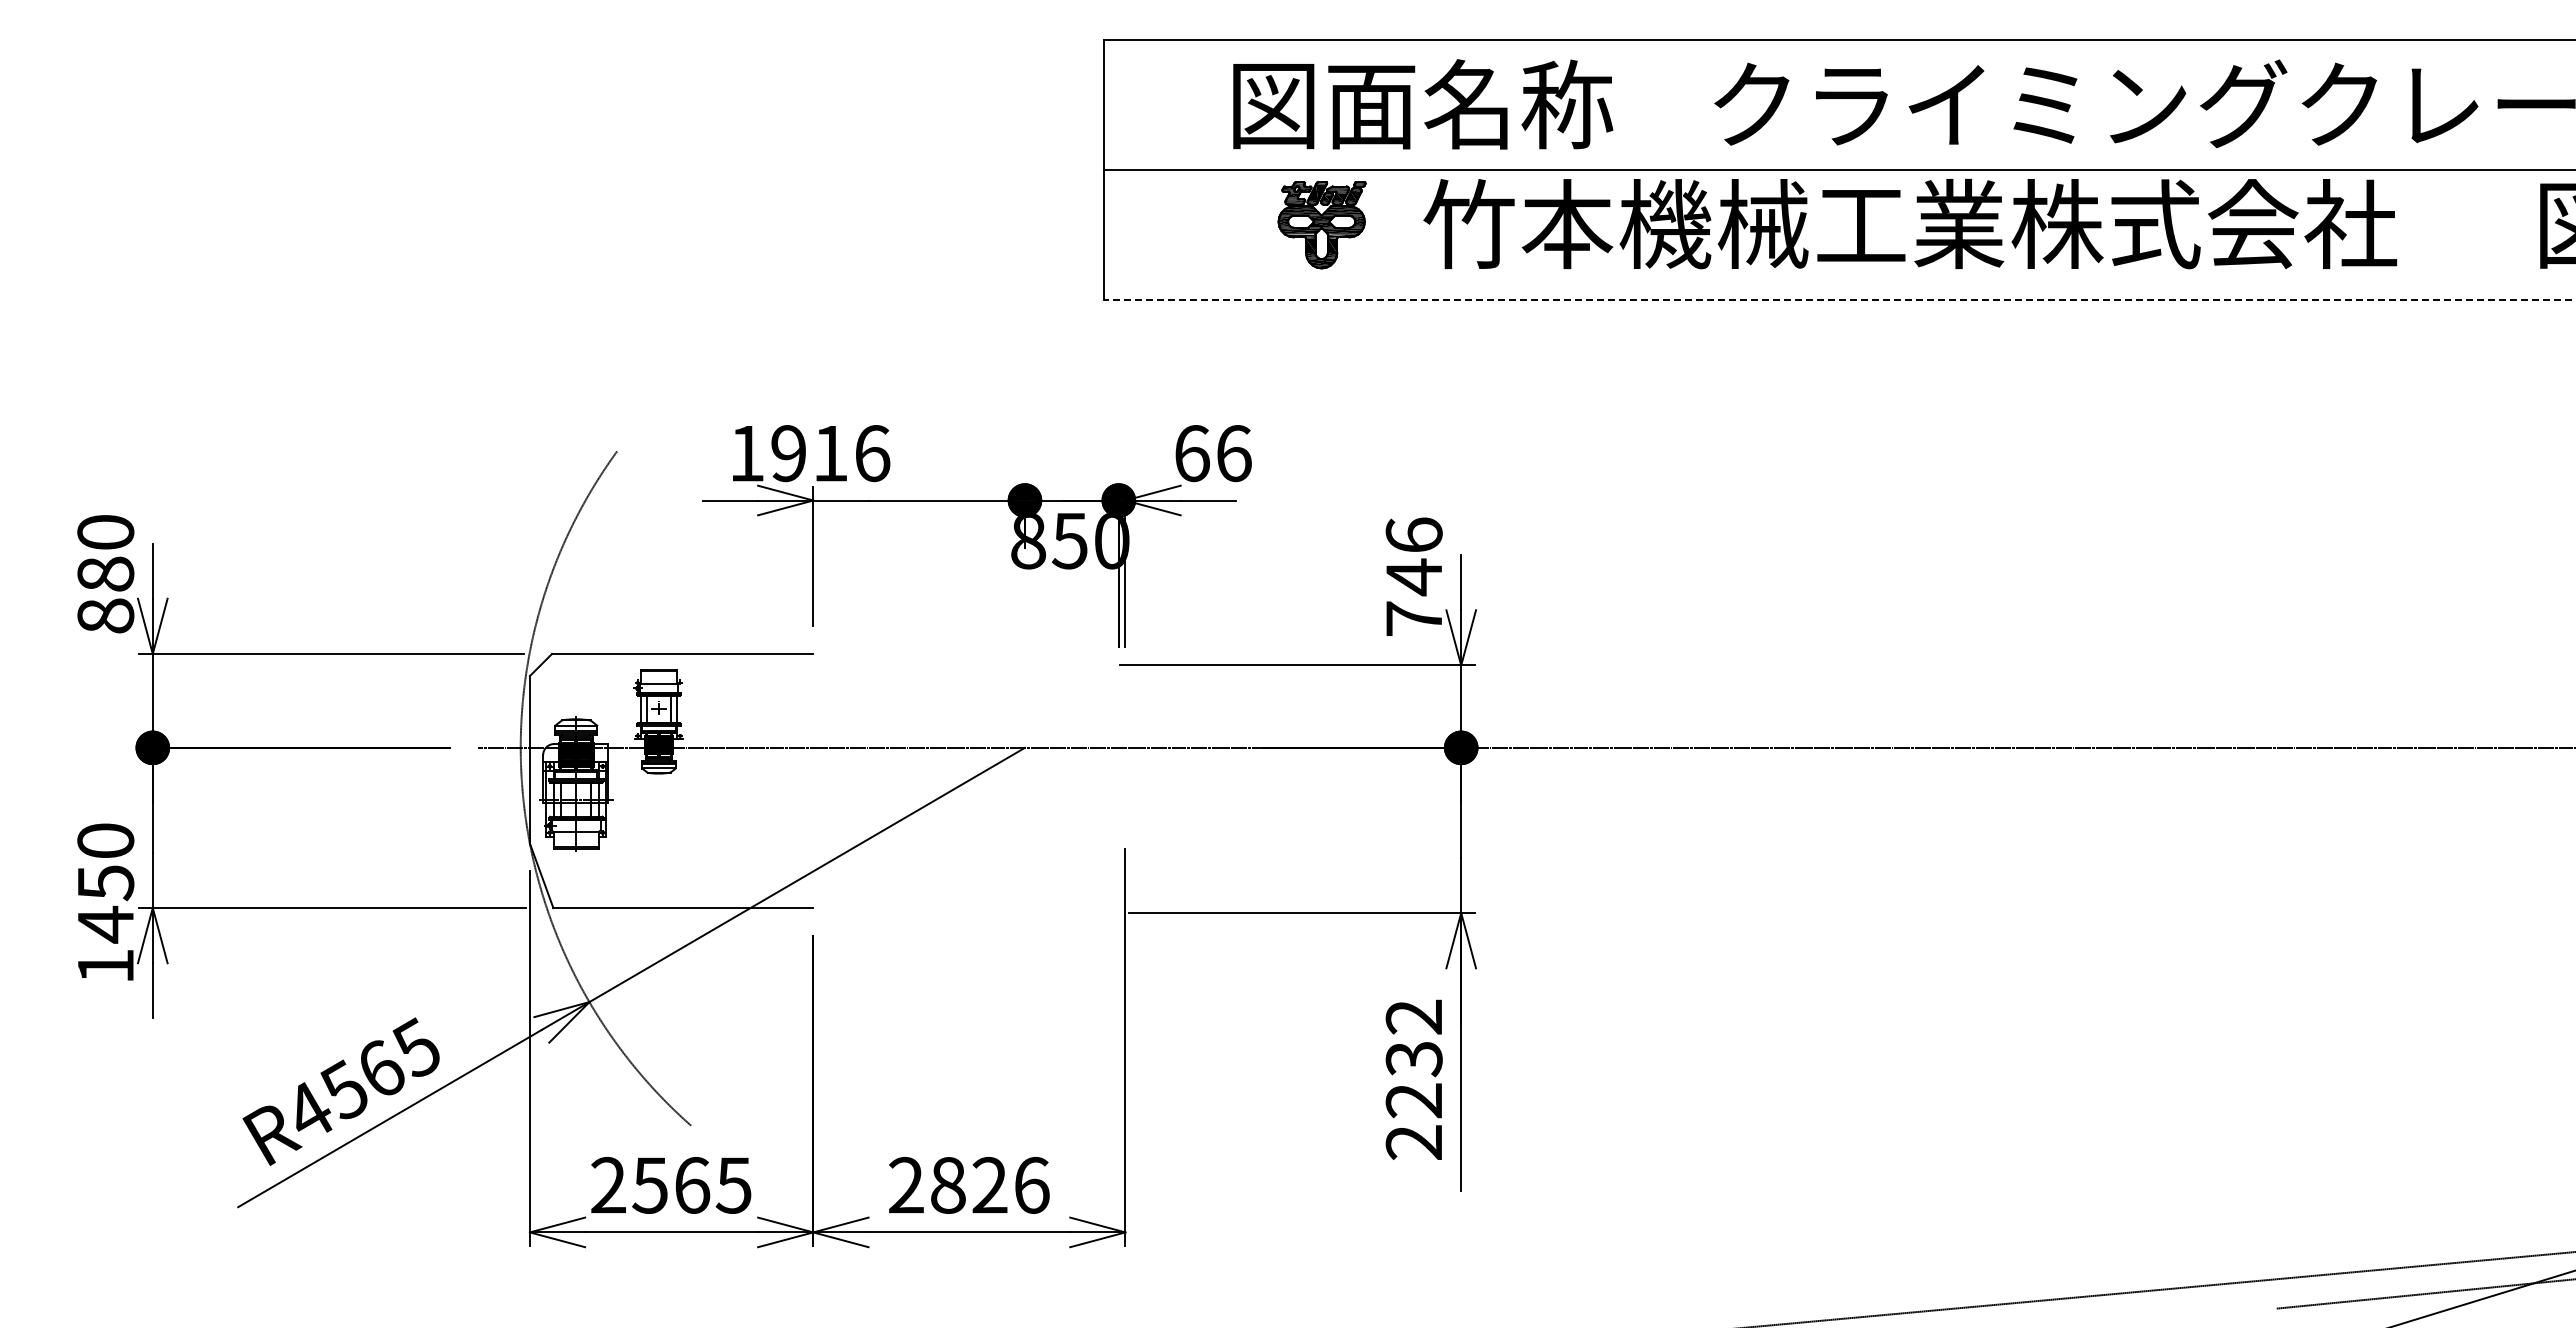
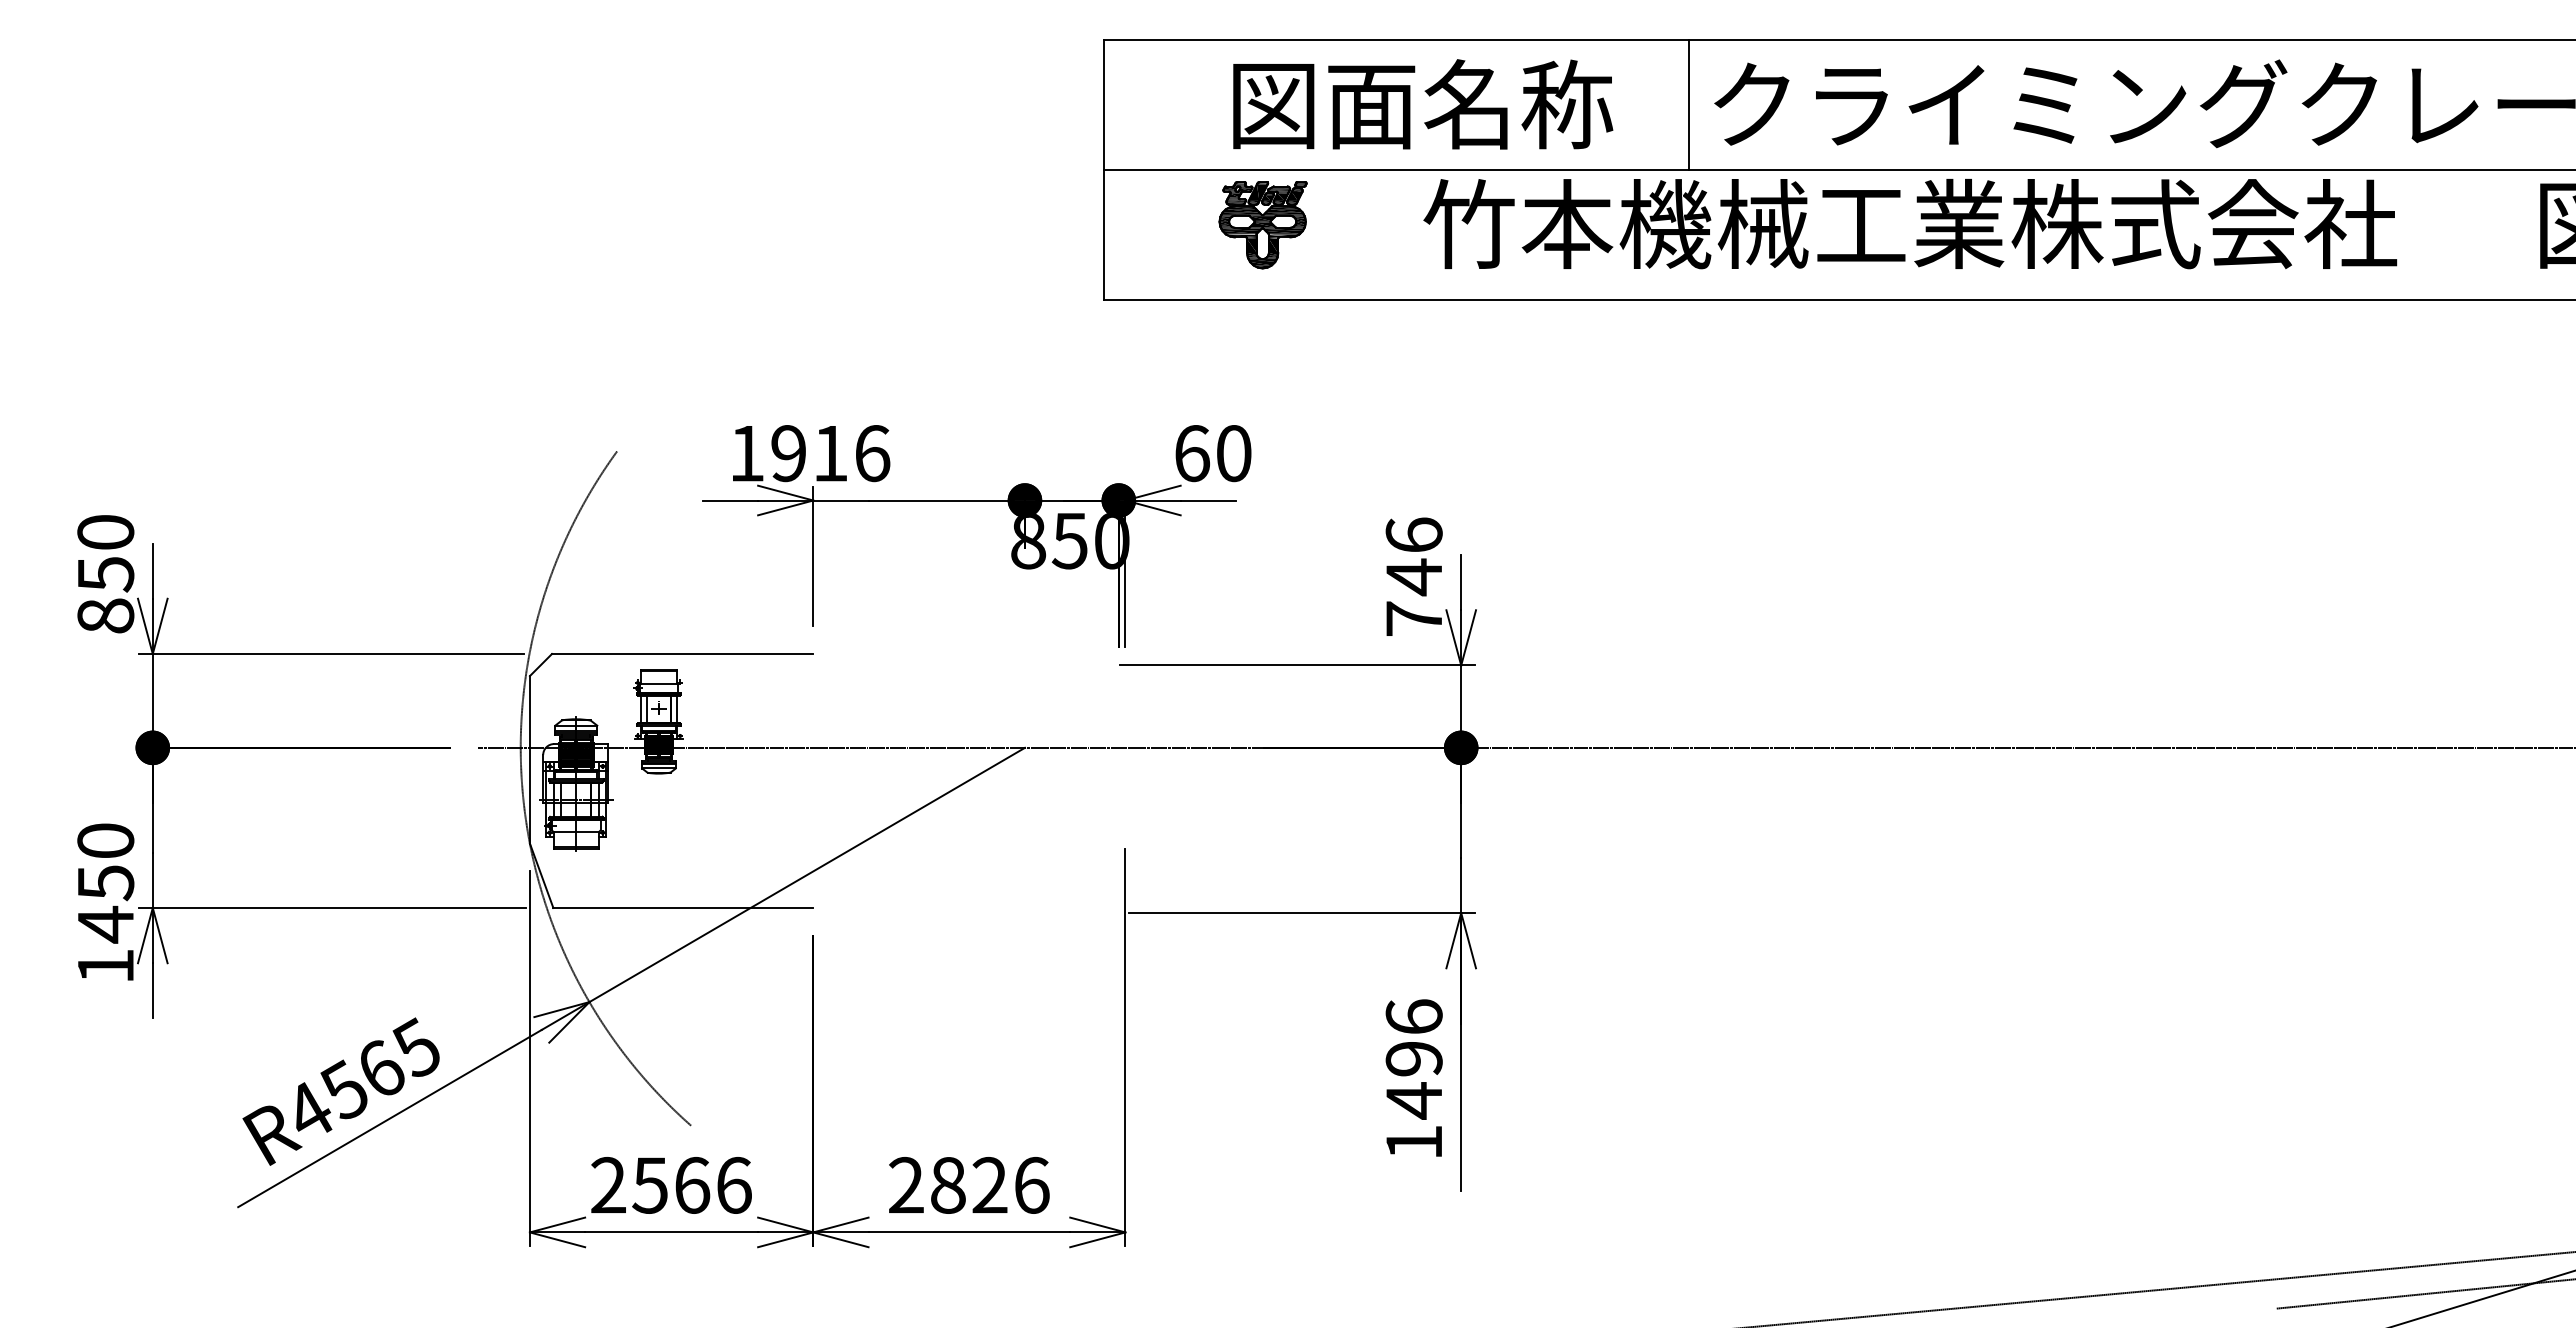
line at (1688, 104): none -> present
part at (1321, 225) position: (1321, 225) -> (1262, 225)
line at (1839, 300): dashed -> solid
text at (1234, 453): 66 -> 60
text at (105, 574): 880 -> 850
text at (1413, 1079): 2232 -> 1496
text at (733, 1185): 2565 -> 2566
